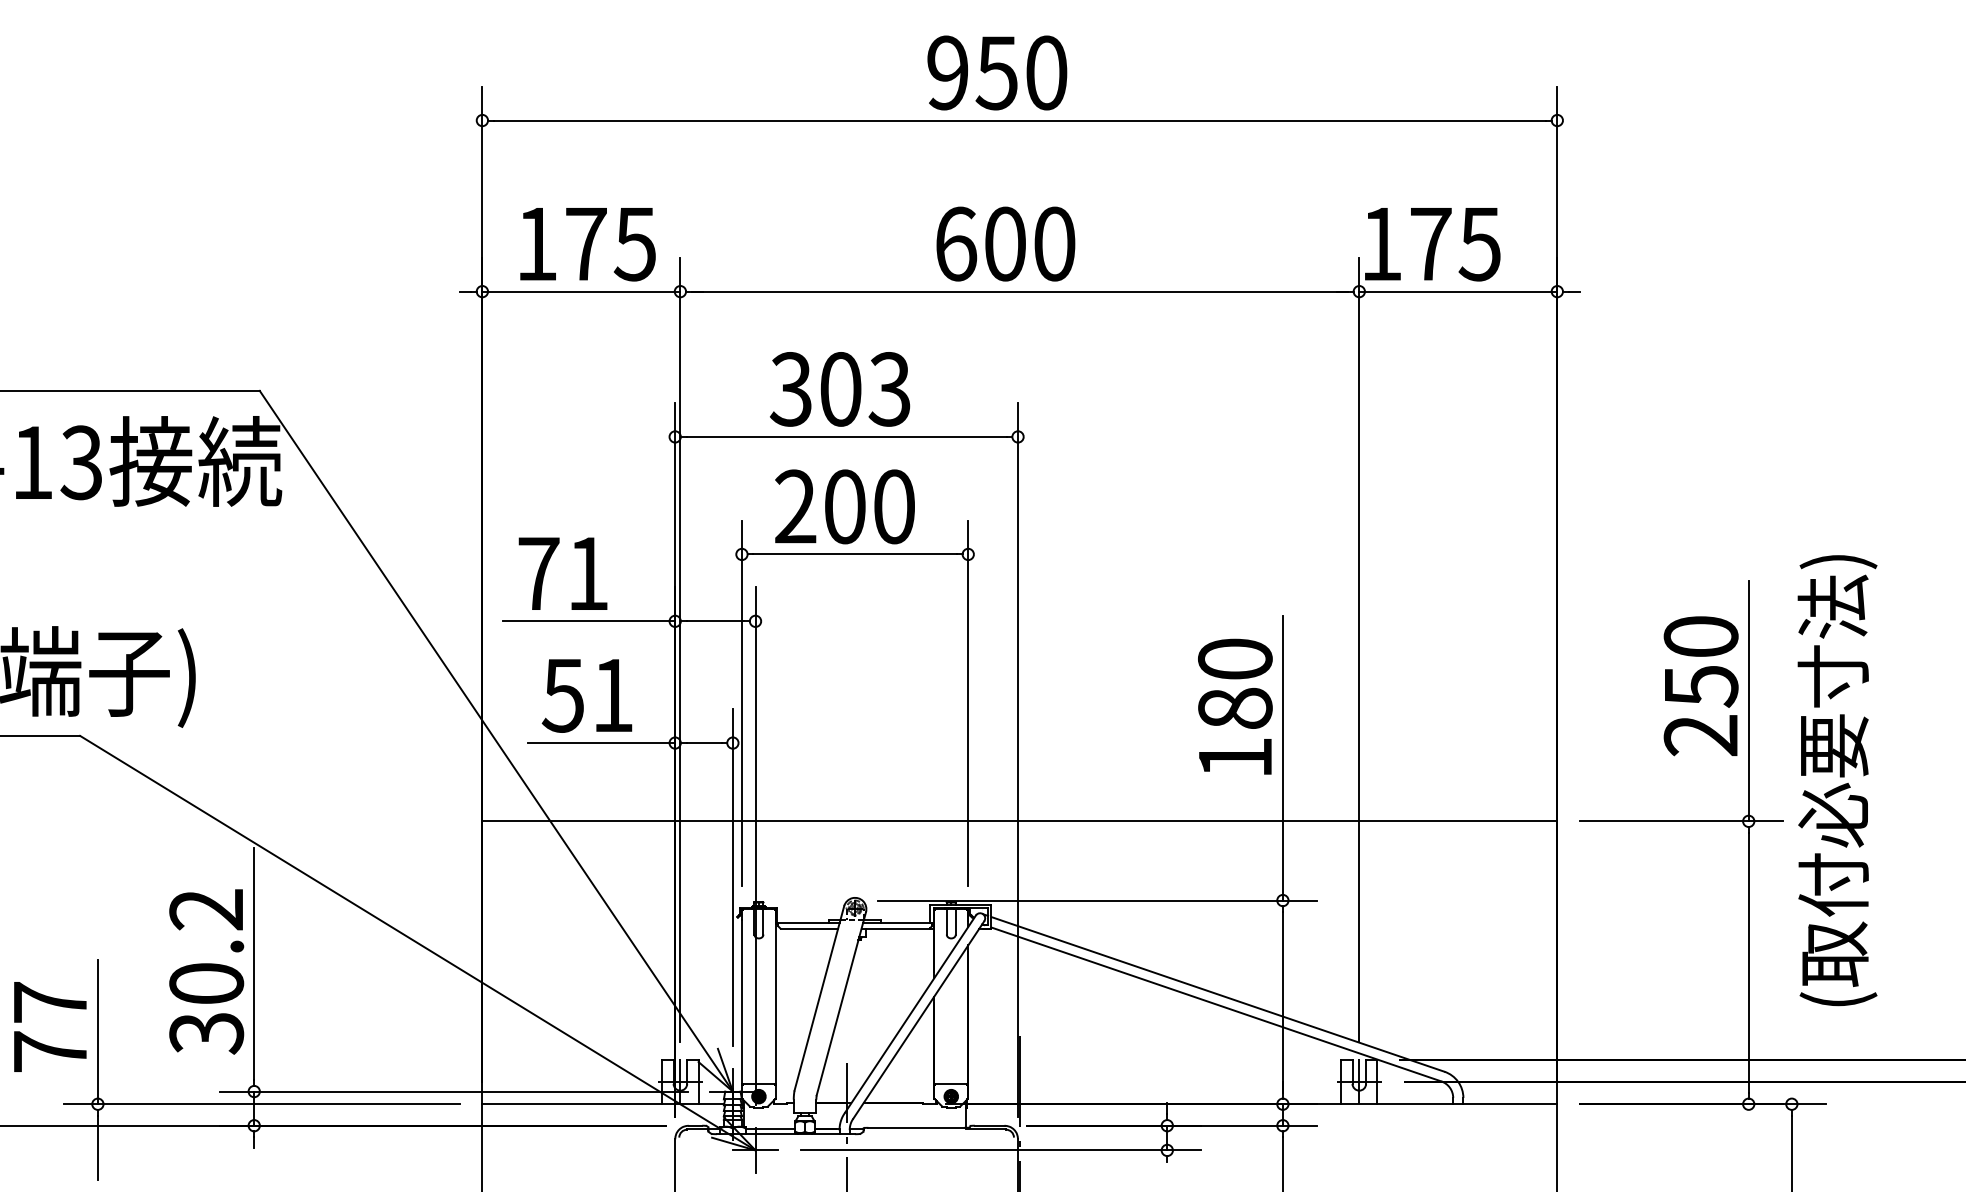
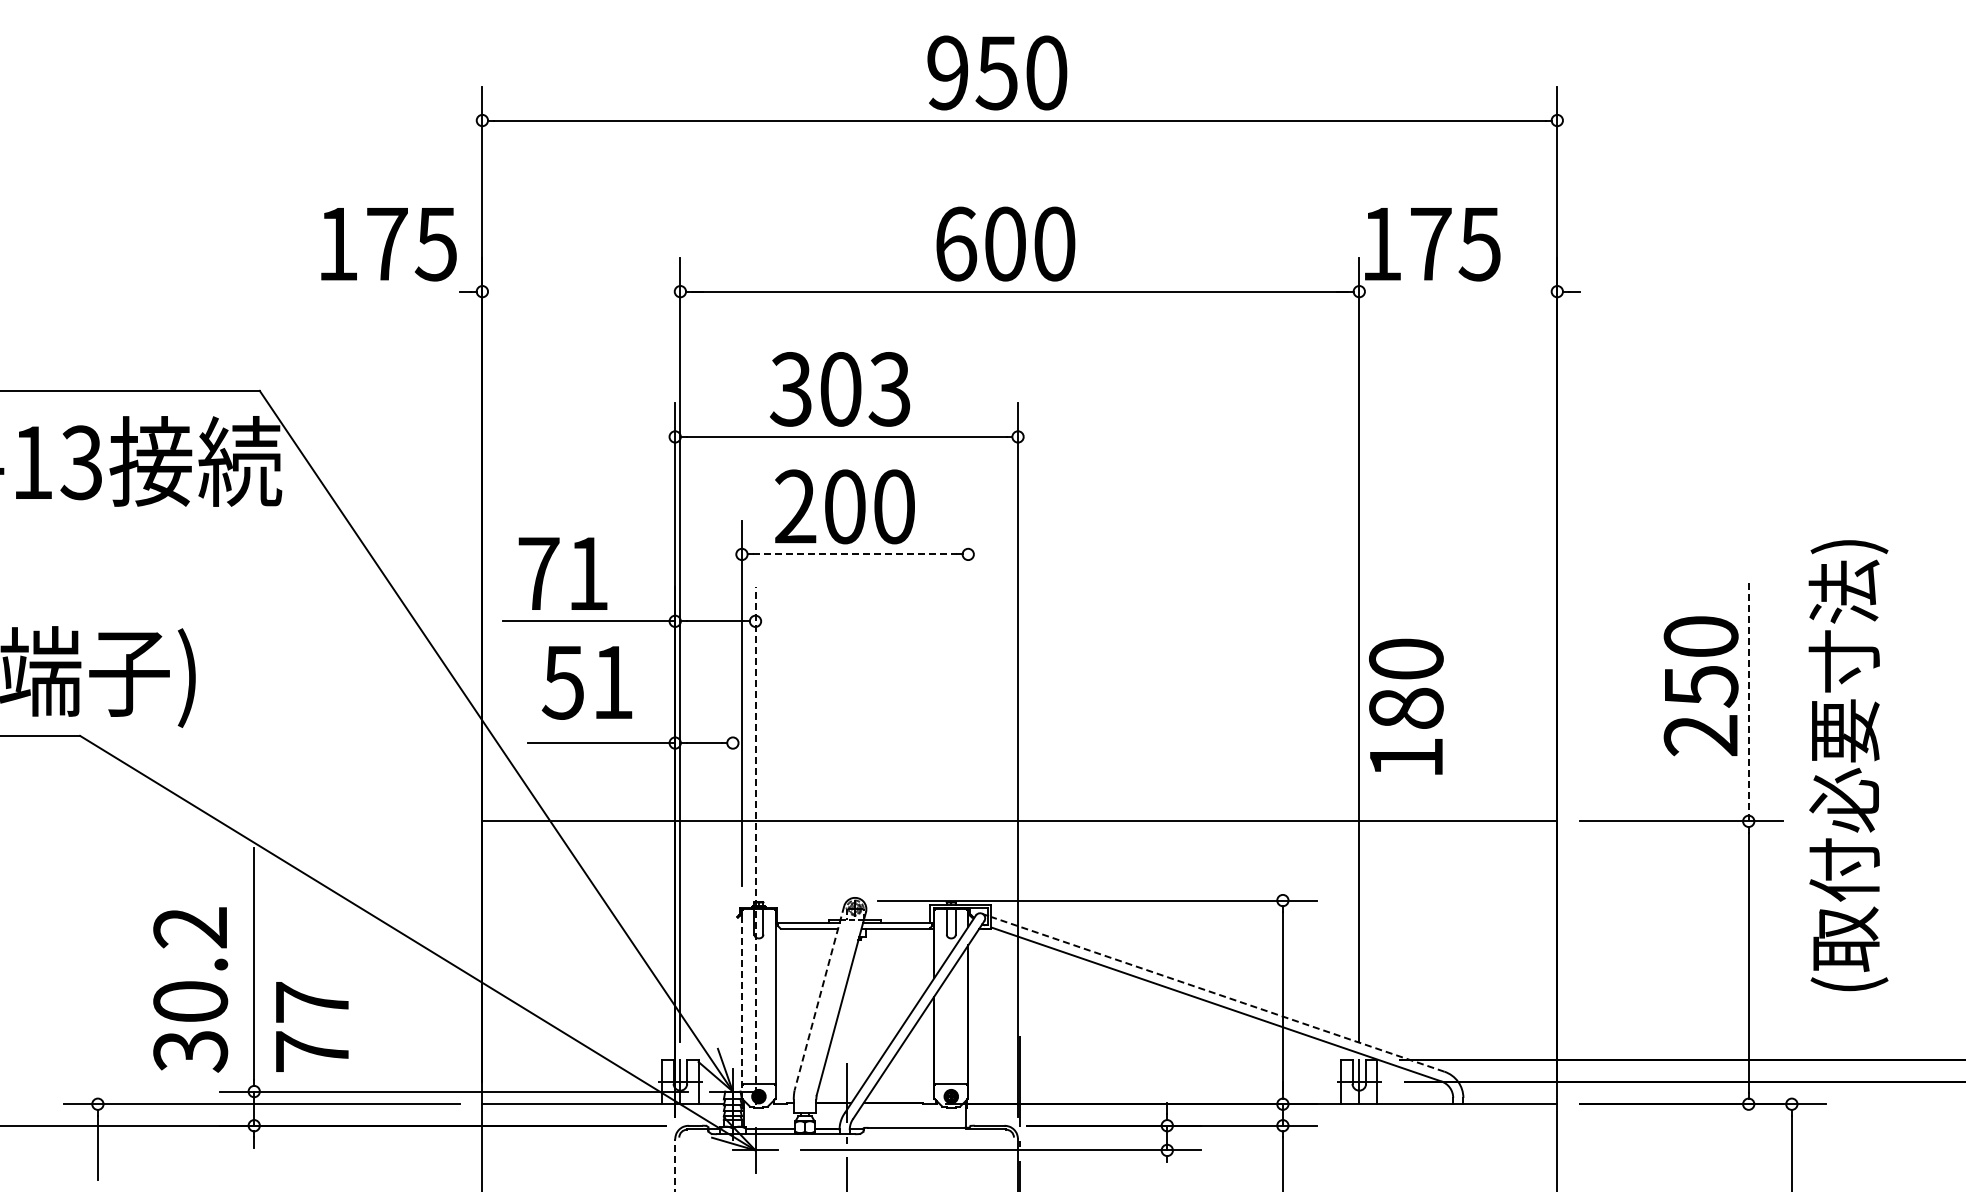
text at (587, 244) position: (587, 244) -> (388, 244)
line at (581, 291): present -> none
line at (1458, 291): present -> none
line at (855, 554): solid -> dashed
text at (586, 695) position: (586, 695) -> (586, 682)
line at (1748, 700): solid -> dashed
line at (968, 703): present -> none
text at (1235, 706) position: (1235, 706) -> (1406, 706)
line at (1282, 757): present -> none
text at (1837, 780) position: (1837, 780) -> (1848, 765)
line at (755, 846): solid -> dashed
line at (732, 877): present -> none
text at (206, 971) position: (206, 971) -> (190, 989)
line at (1217, 994): solid -> dashed
line at (819, 998): solid -> dashed
line at (741, 1009): solid -> dashed
text at (50, 1026) position: (50, 1026) -> (312, 1026)
line at (97, 1031): present -> none
line at (675, 1165): solid -> dashed
